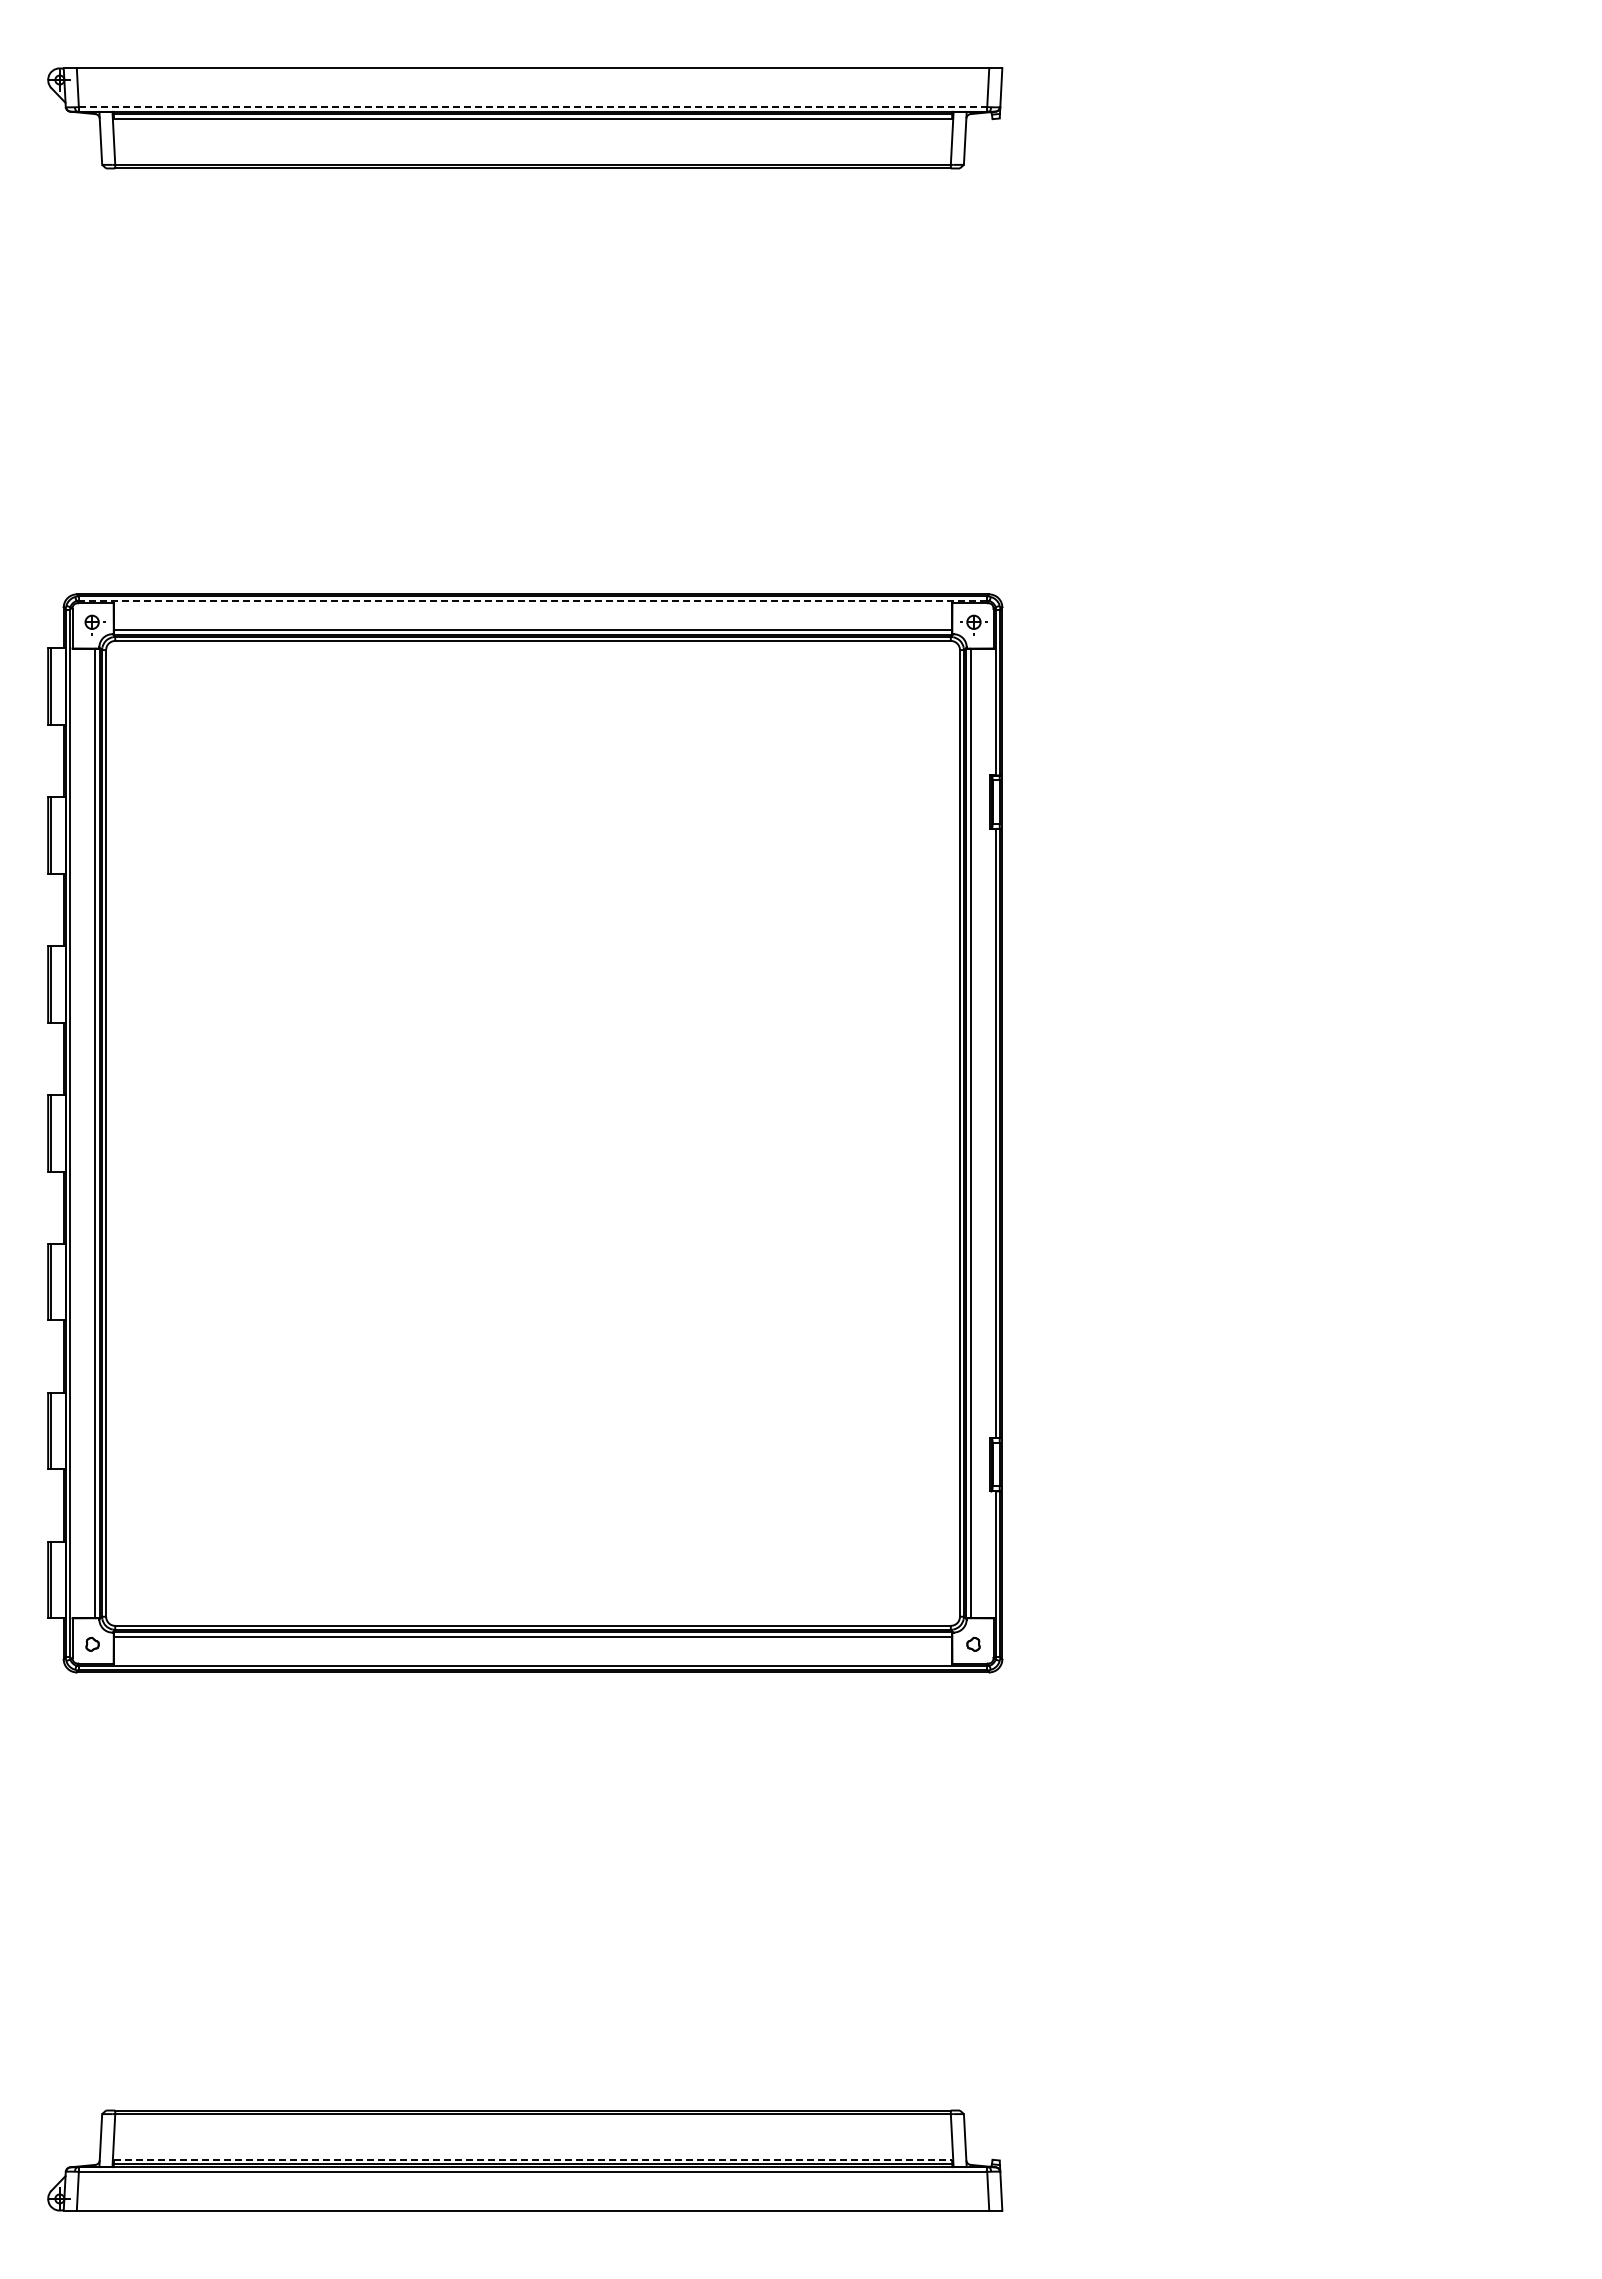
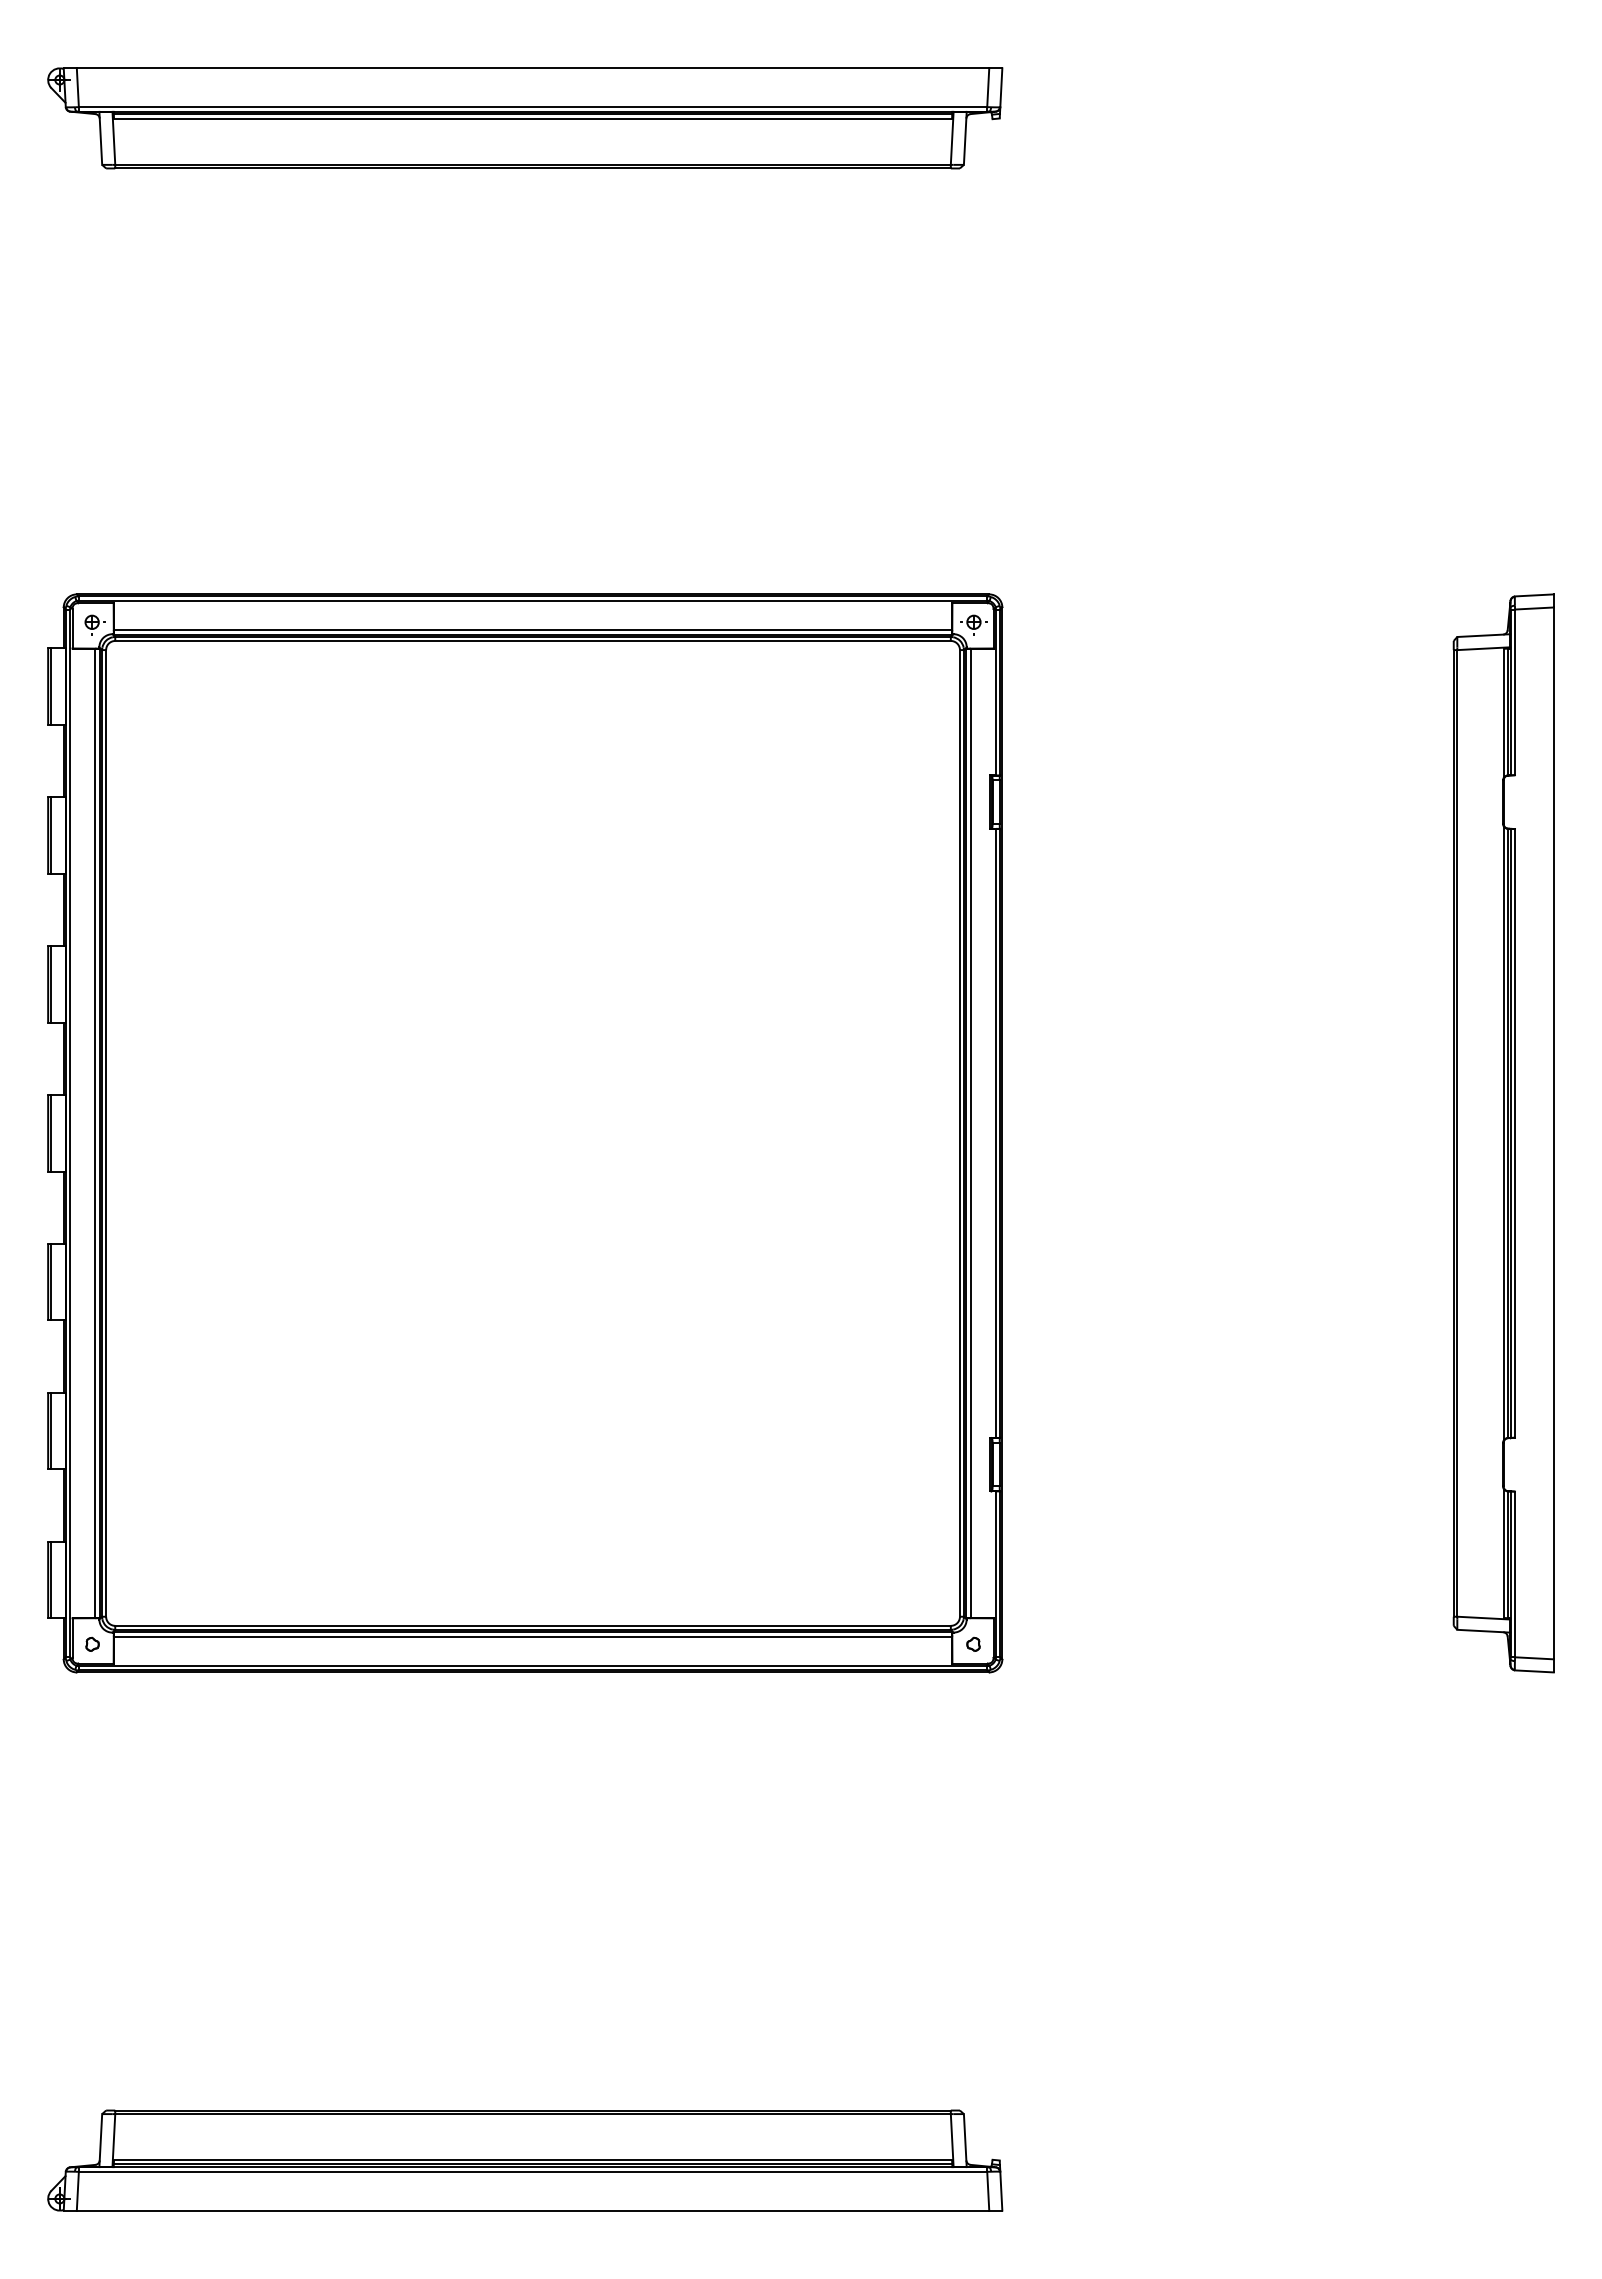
line at (533, 107): dashed -> solid
line at (532, 600): dashed -> solid
part at (1503, 1133): none -> present
line at (533, 2159): dashed -> solid
